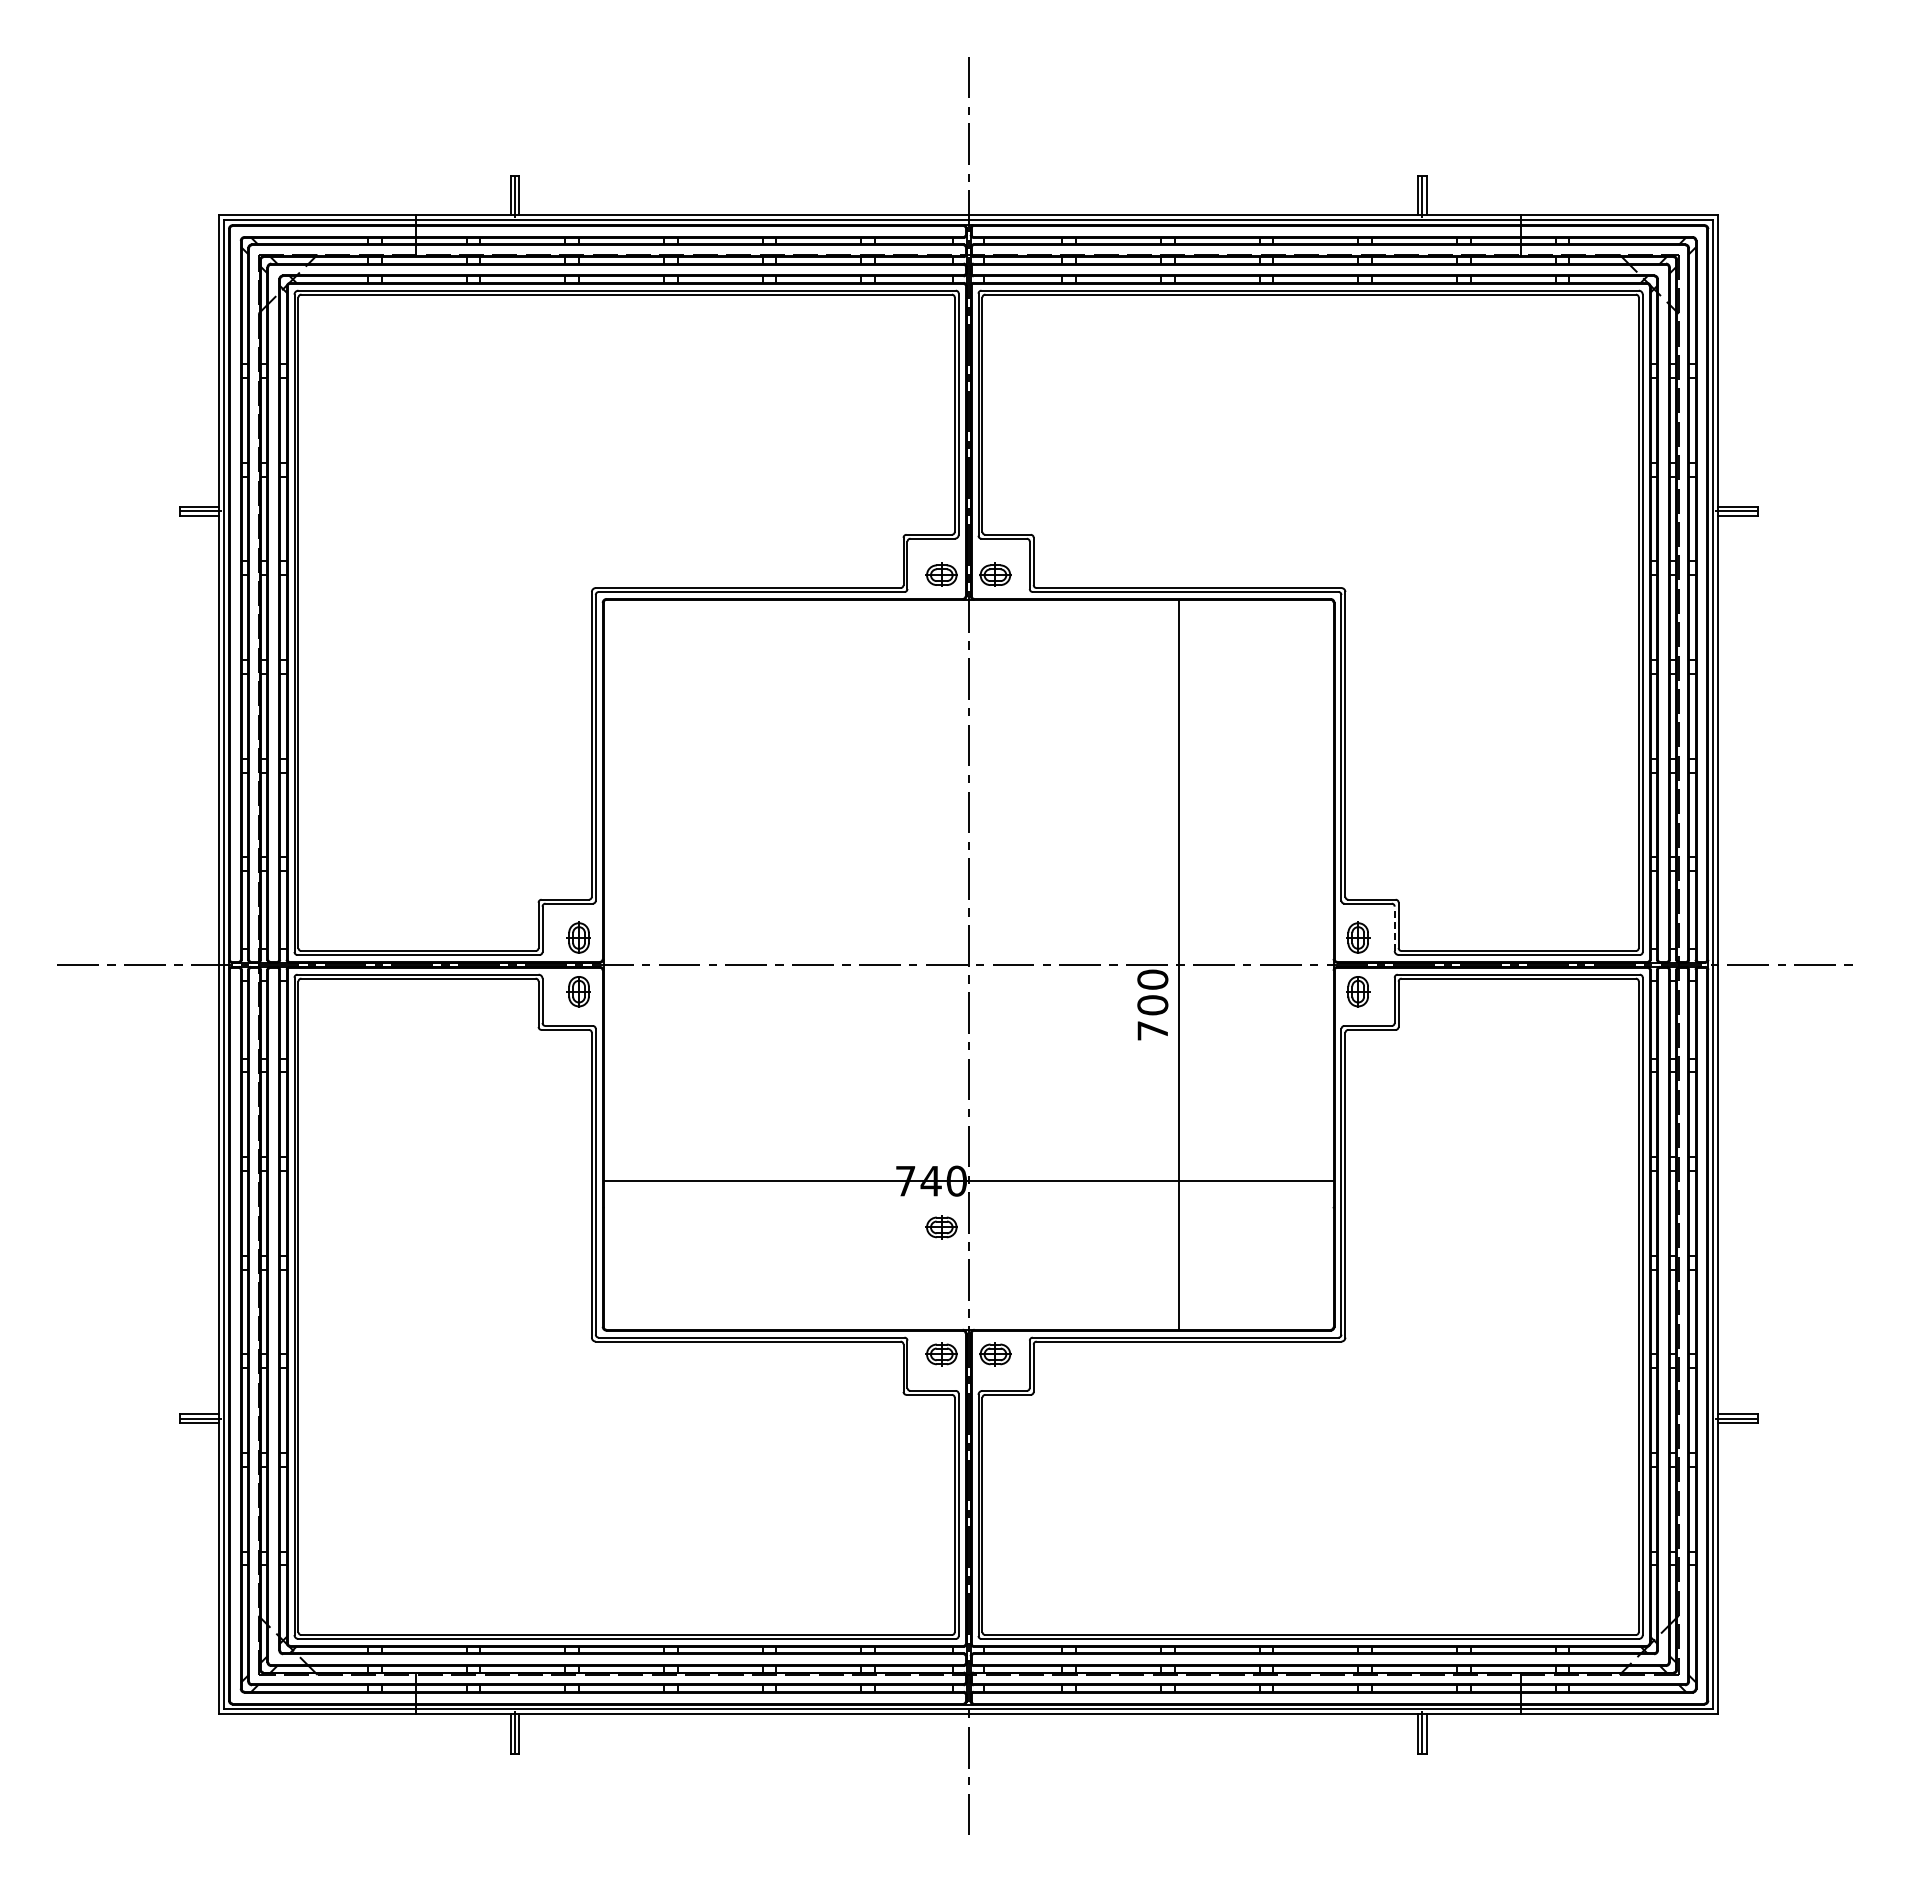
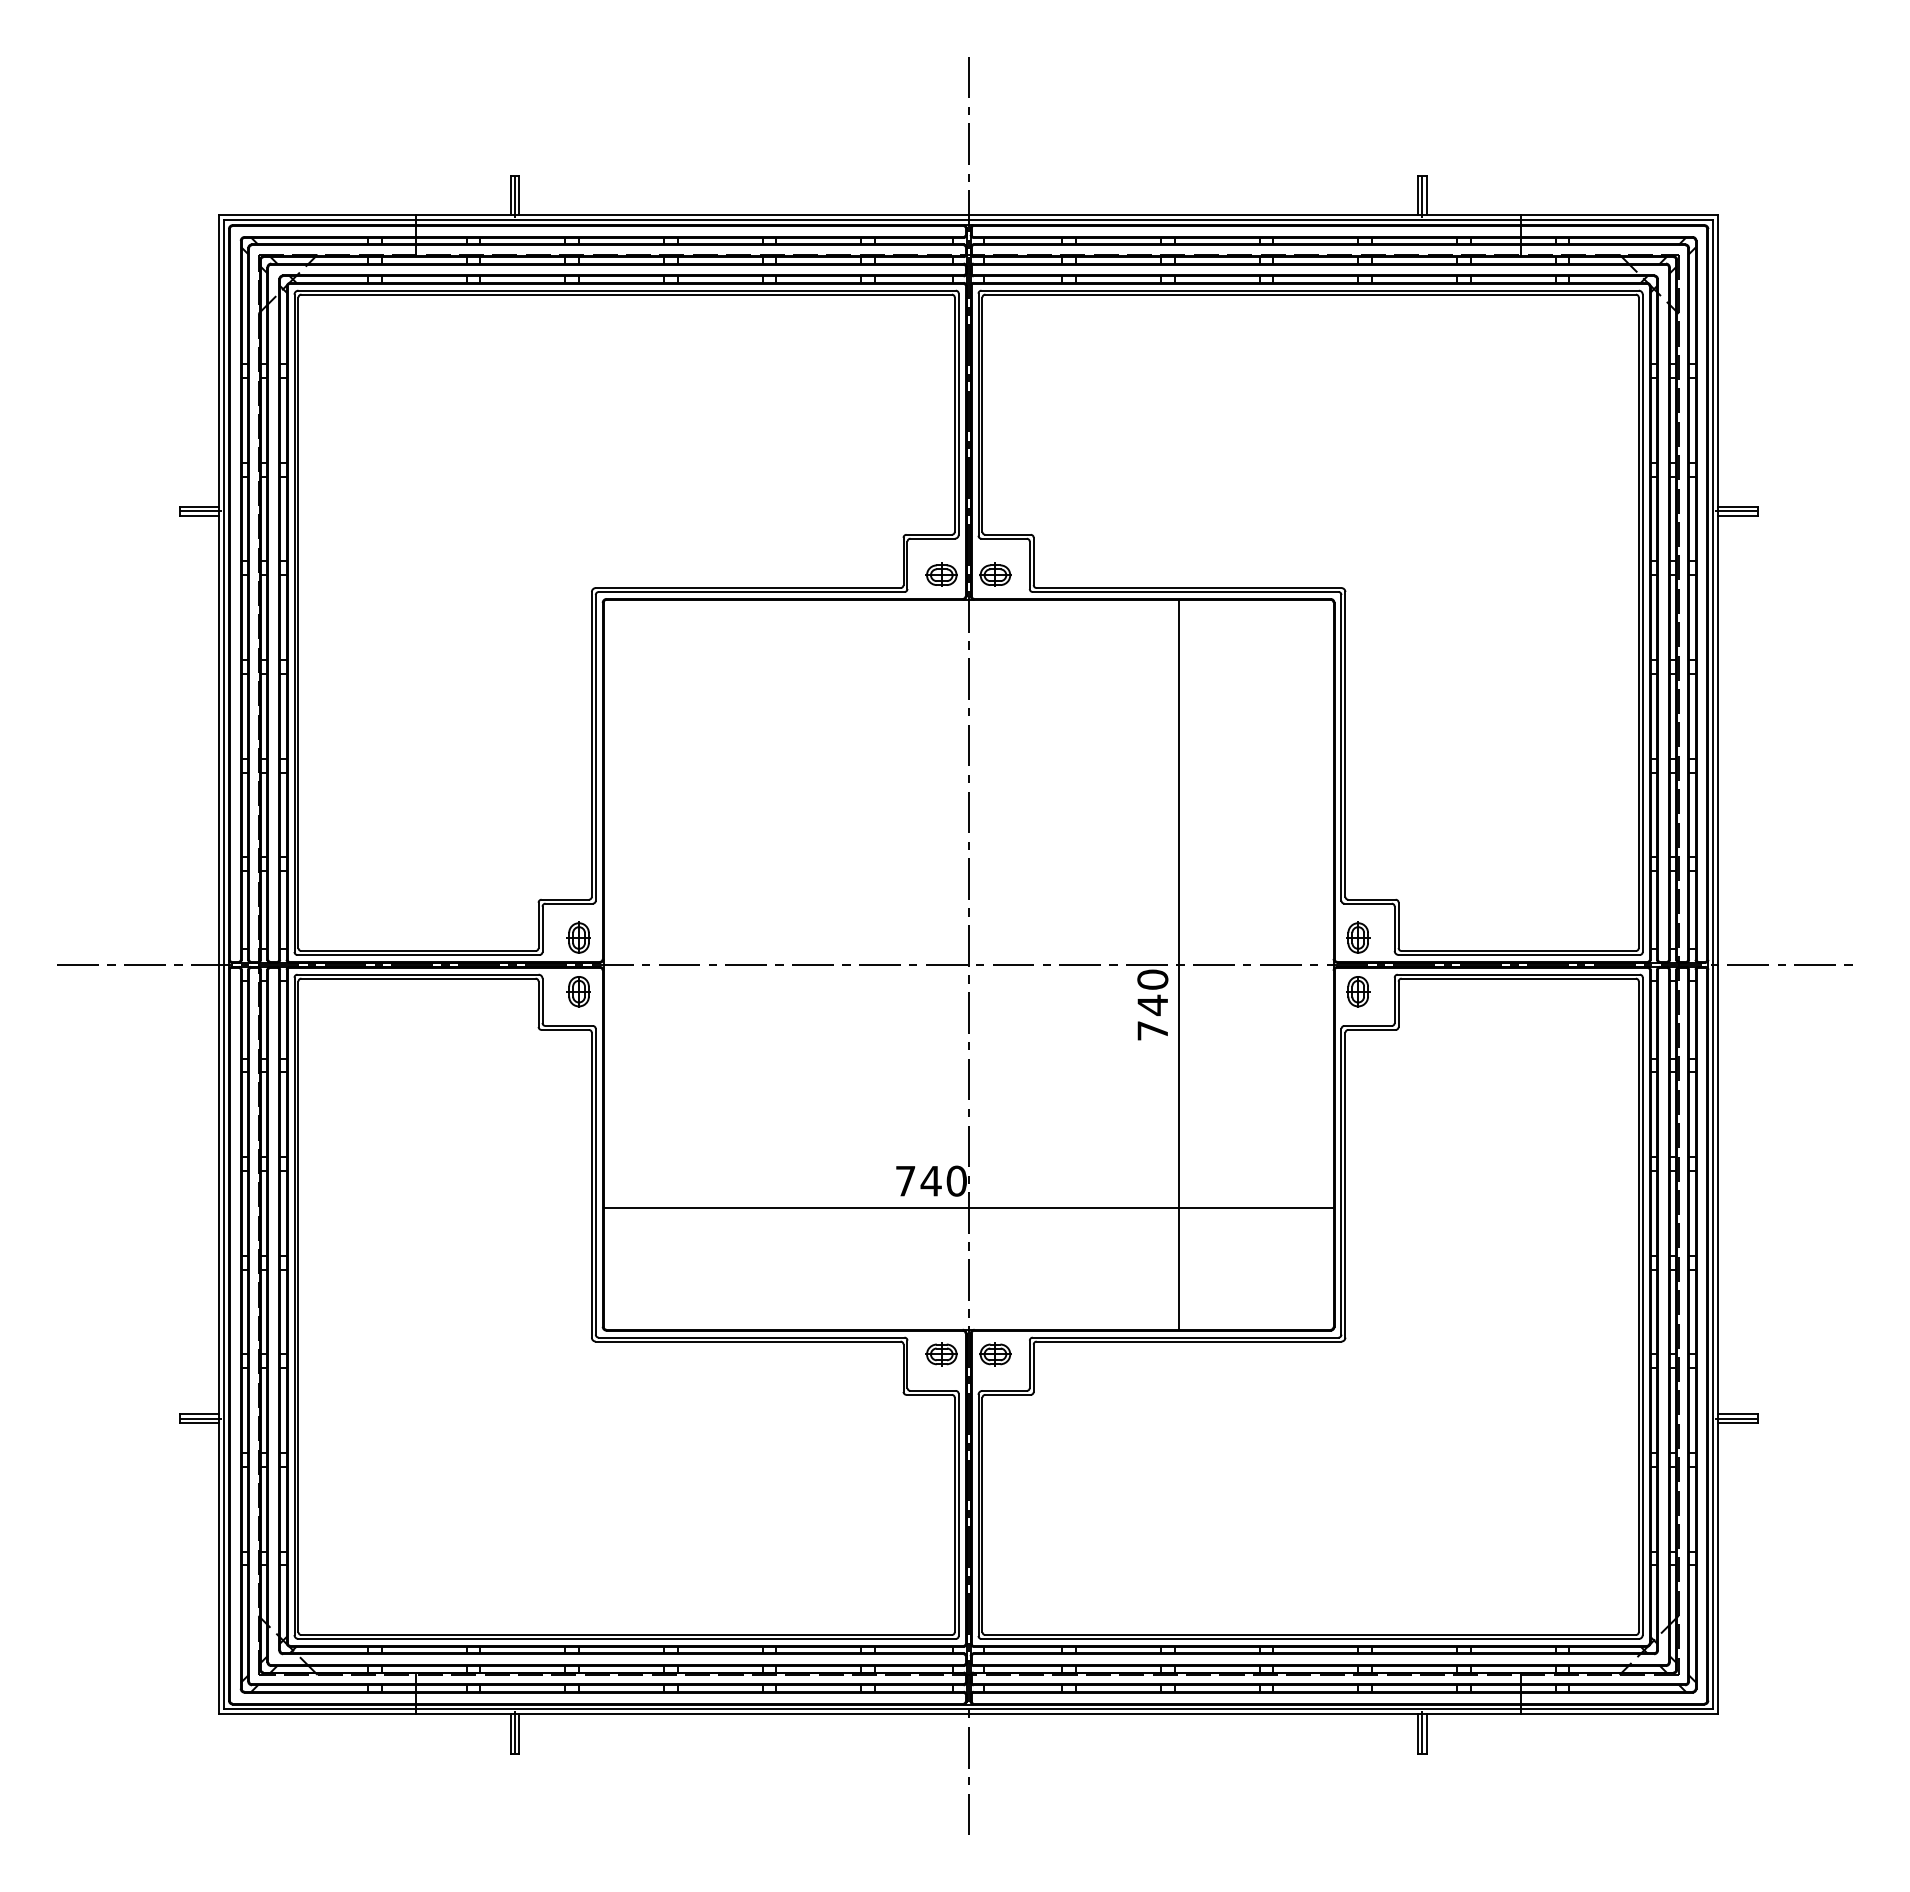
line at (1394, 928): dashed -> solid
text at (1152, 1005): 700 -> 740
line at (968, 1180) position: (968, 1180) -> (968, 1207)
part at (941, 1227): present -> none
